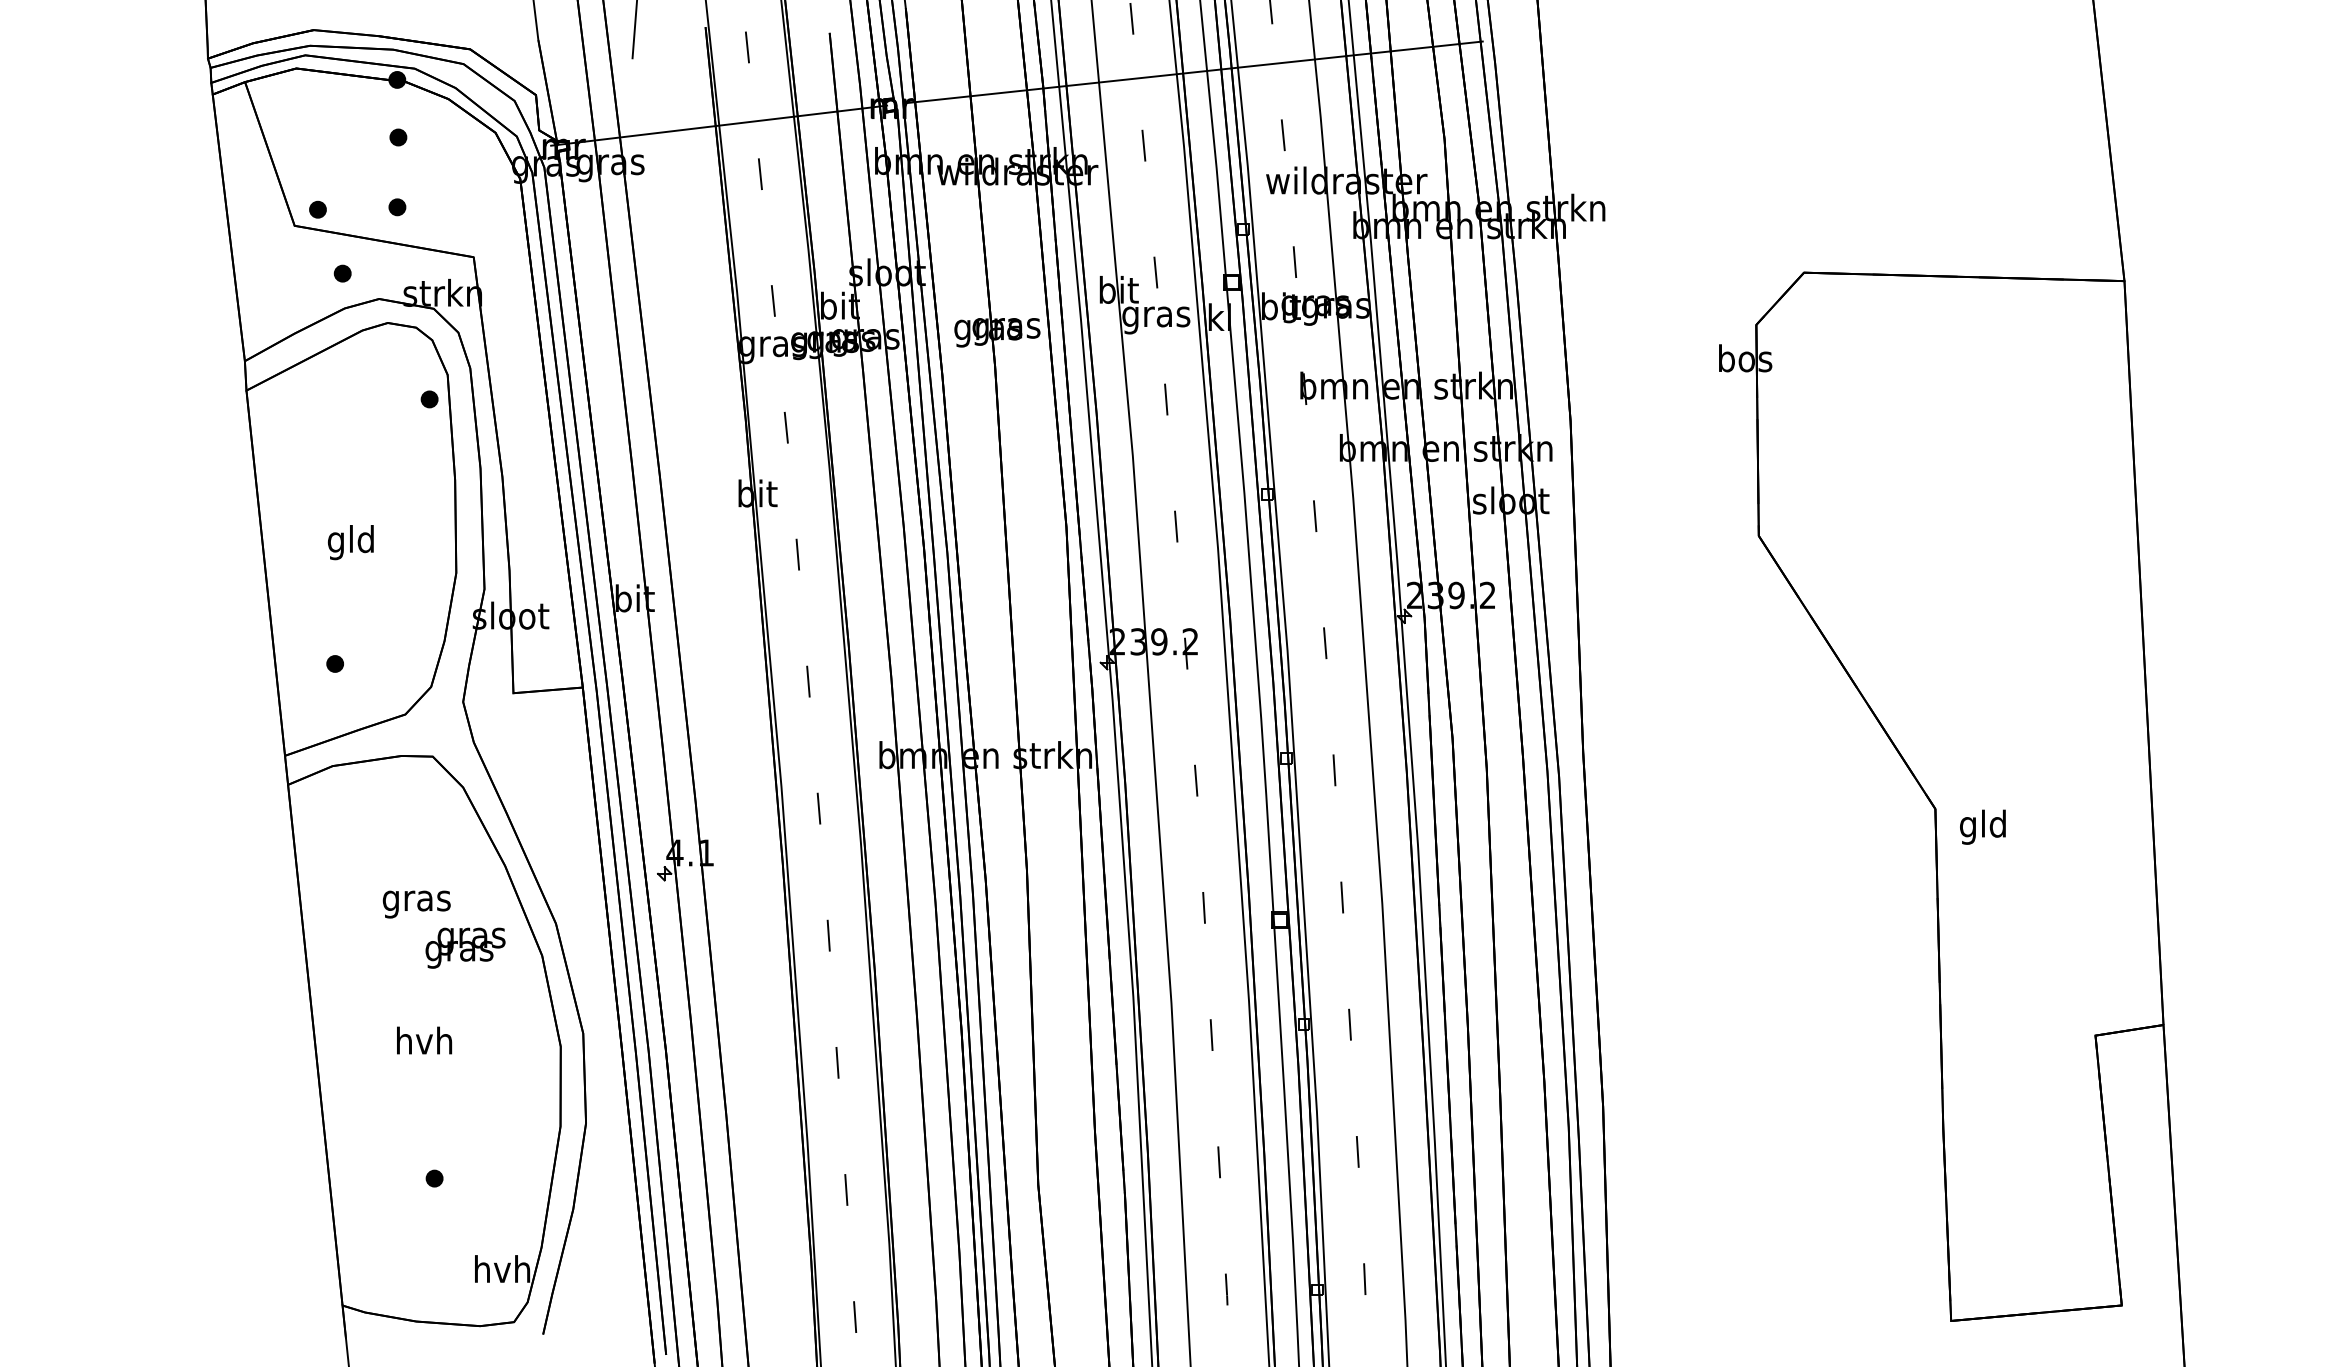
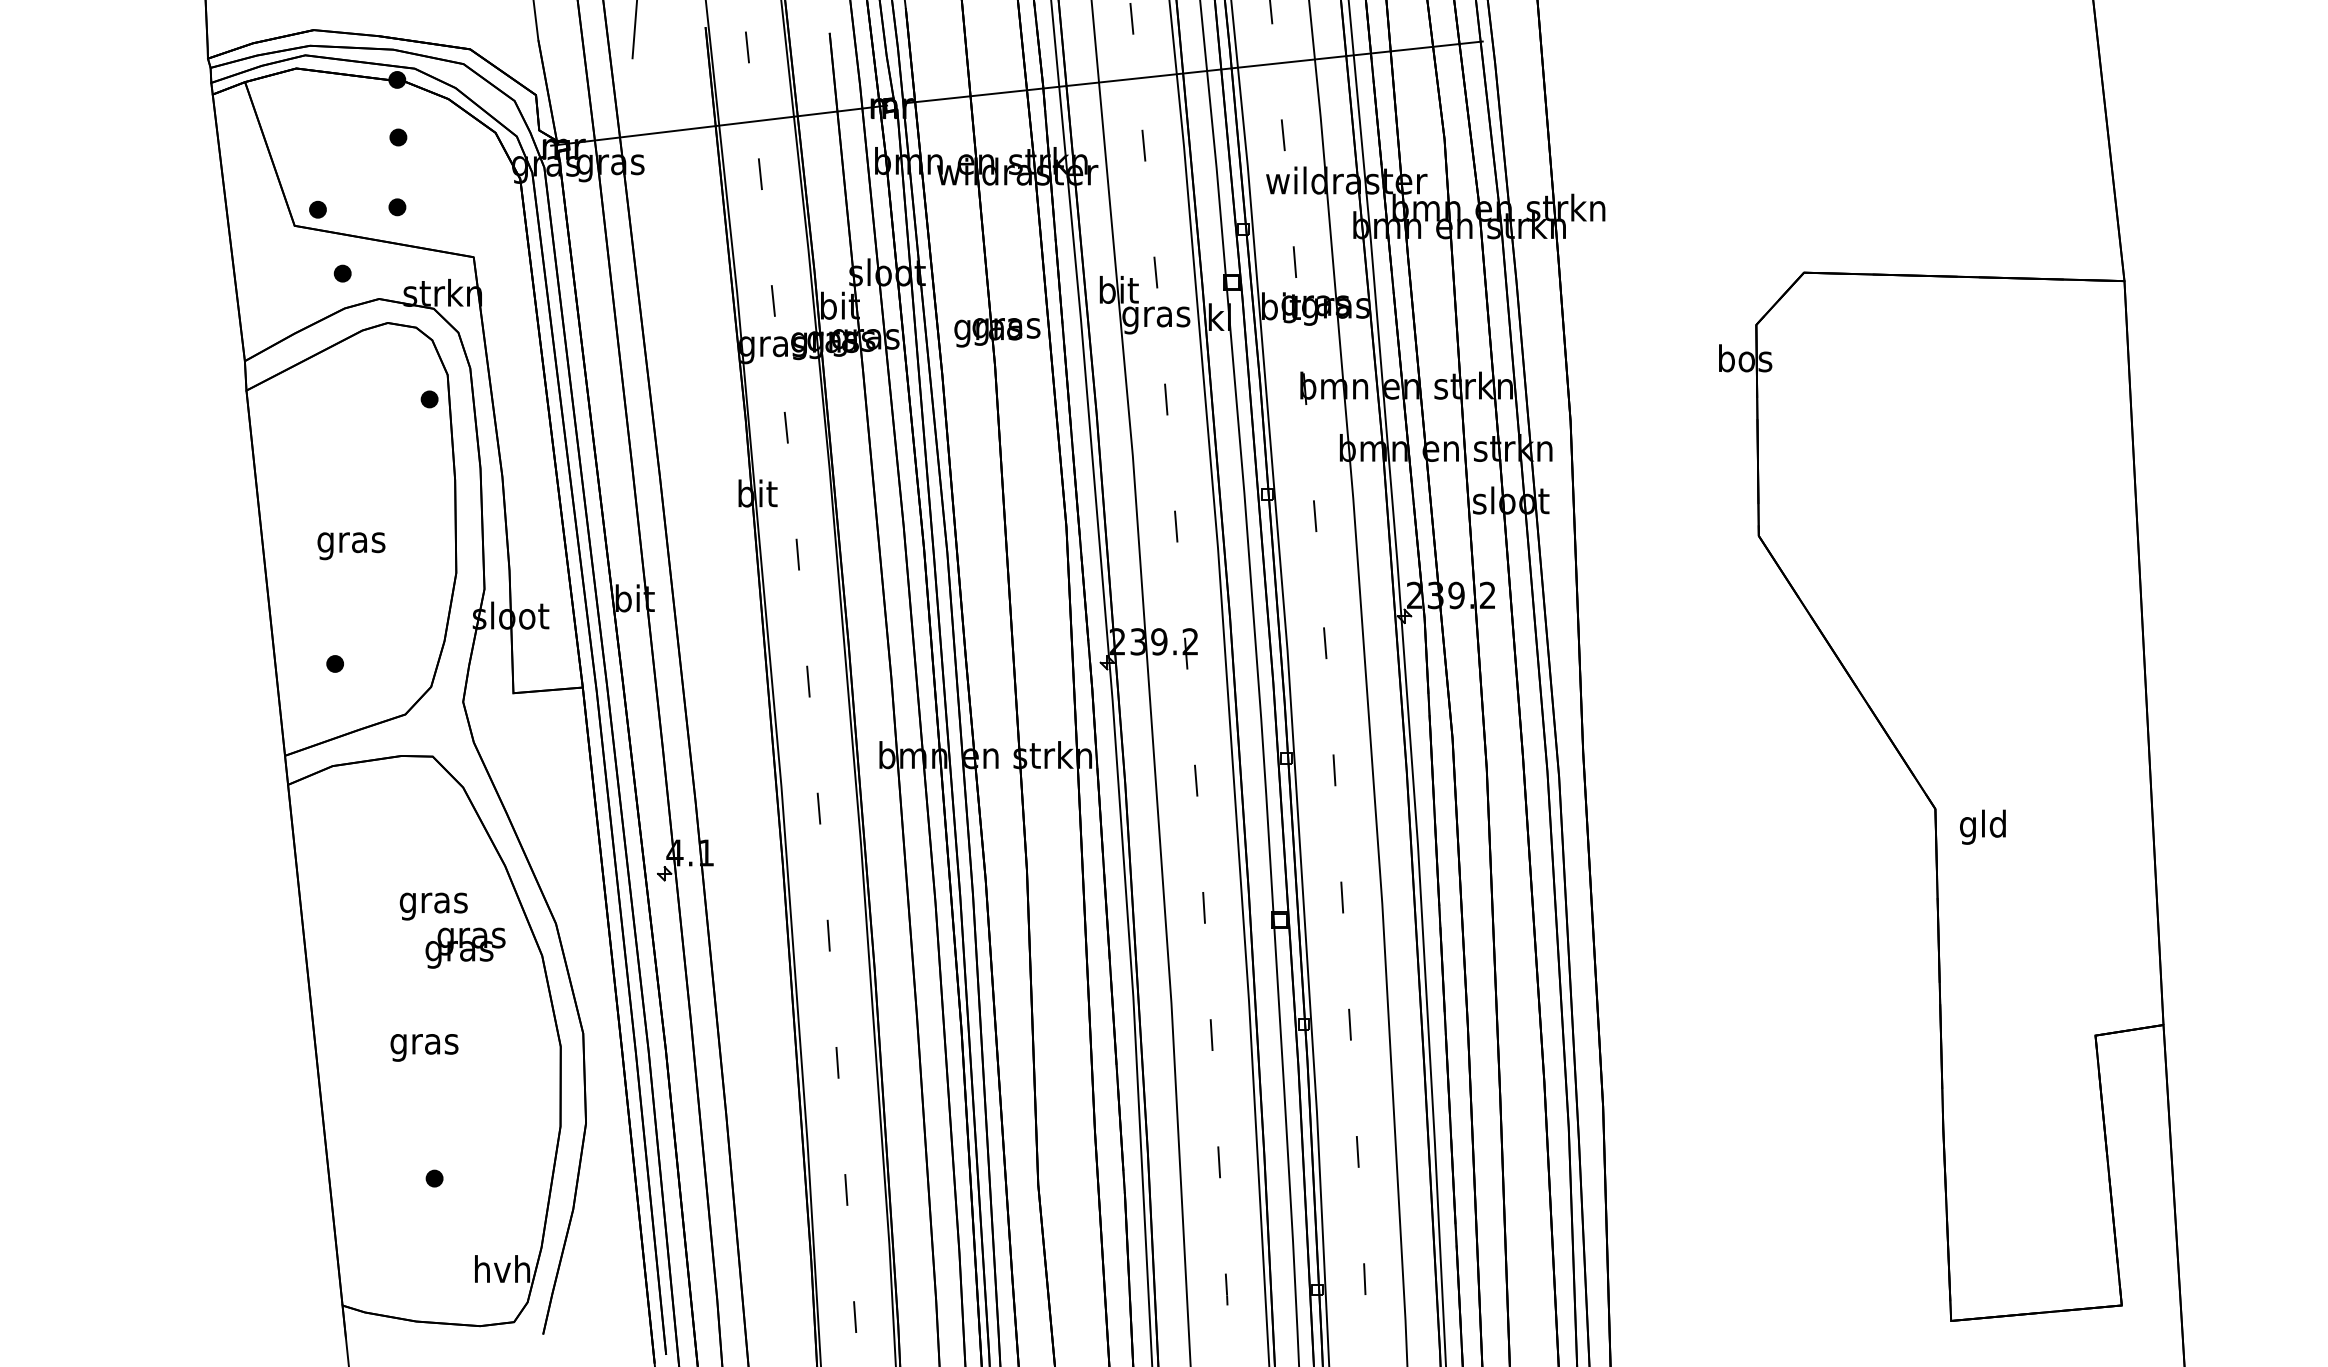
text at (351, 542): gld -> gras
text at (416, 904) position: (416, 904) -> (433, 906)
text at (424, 1043): hvh -> gras
